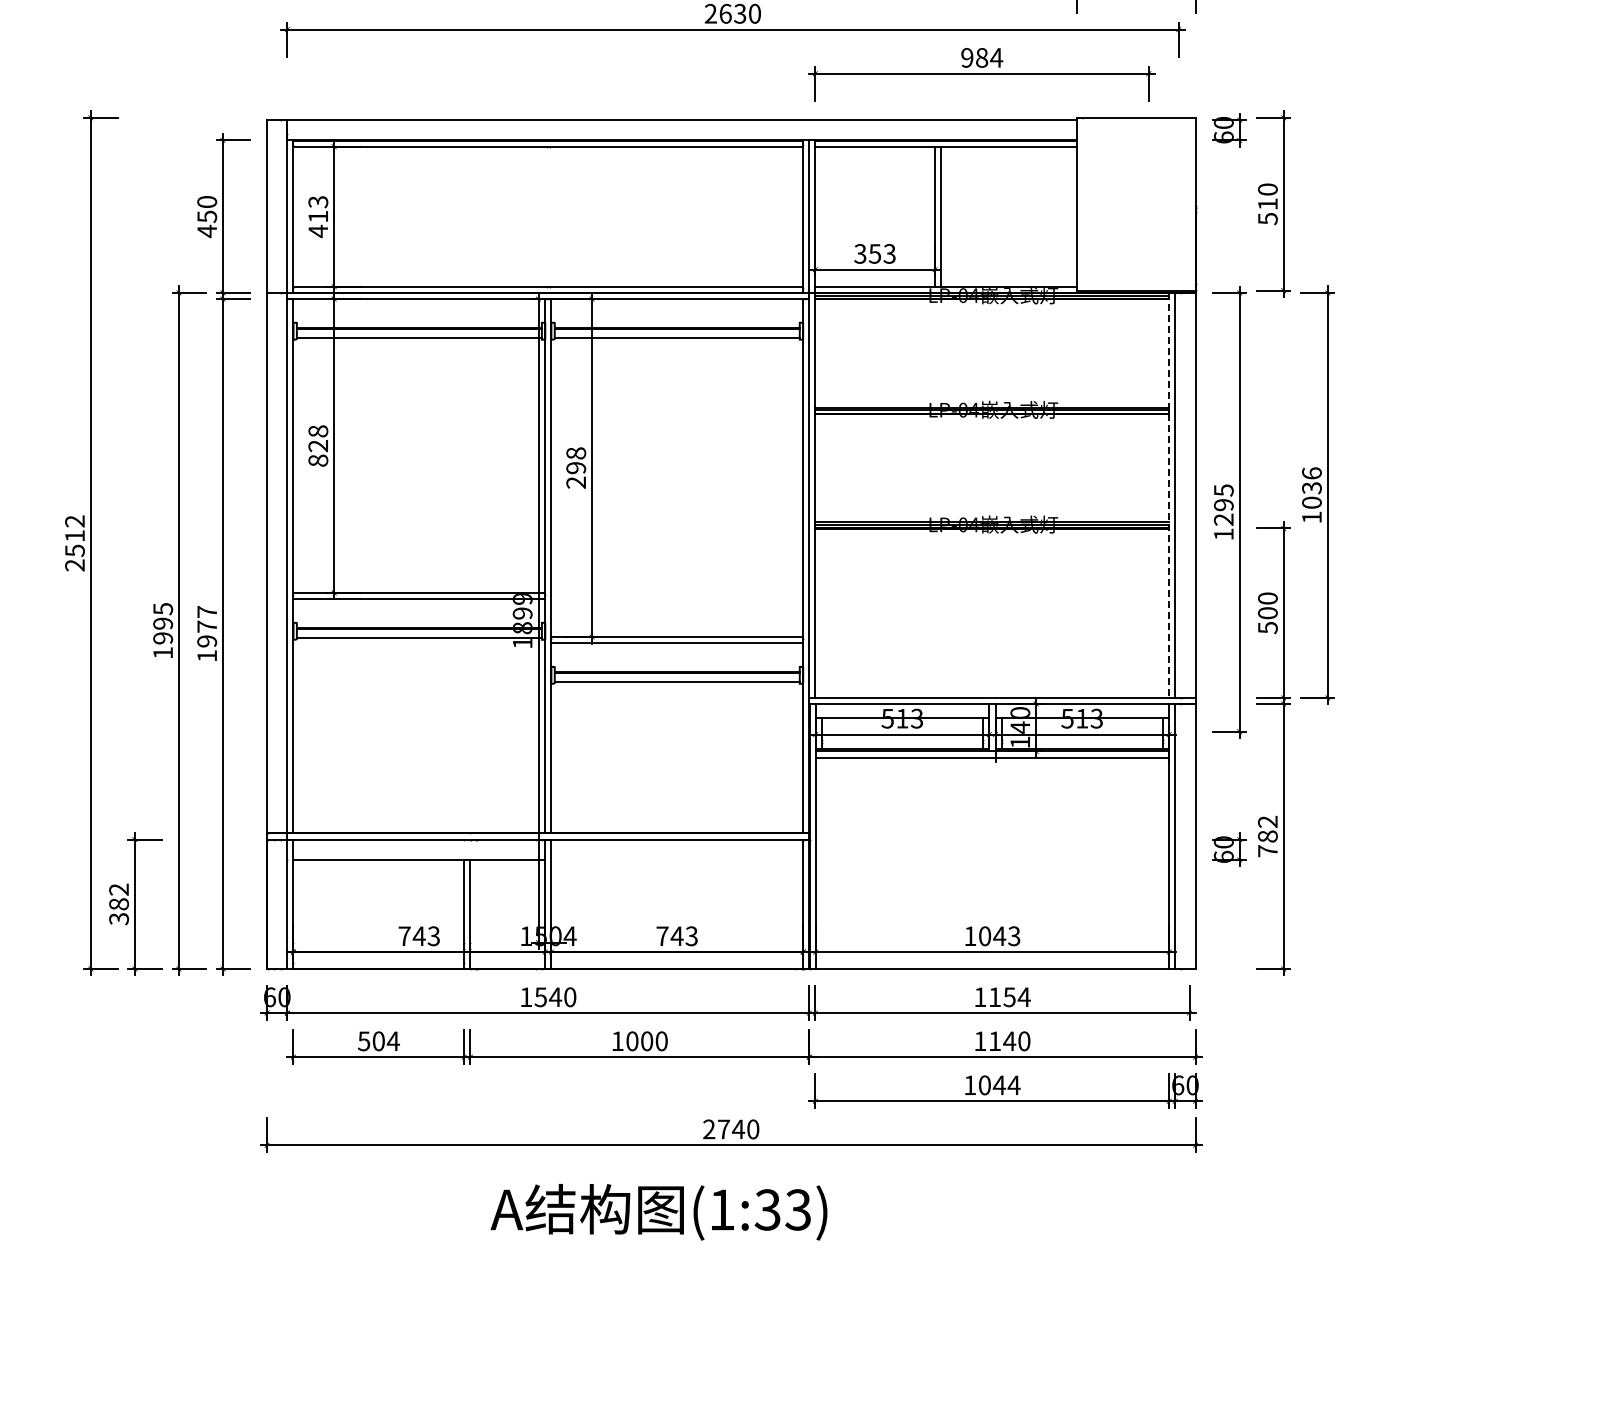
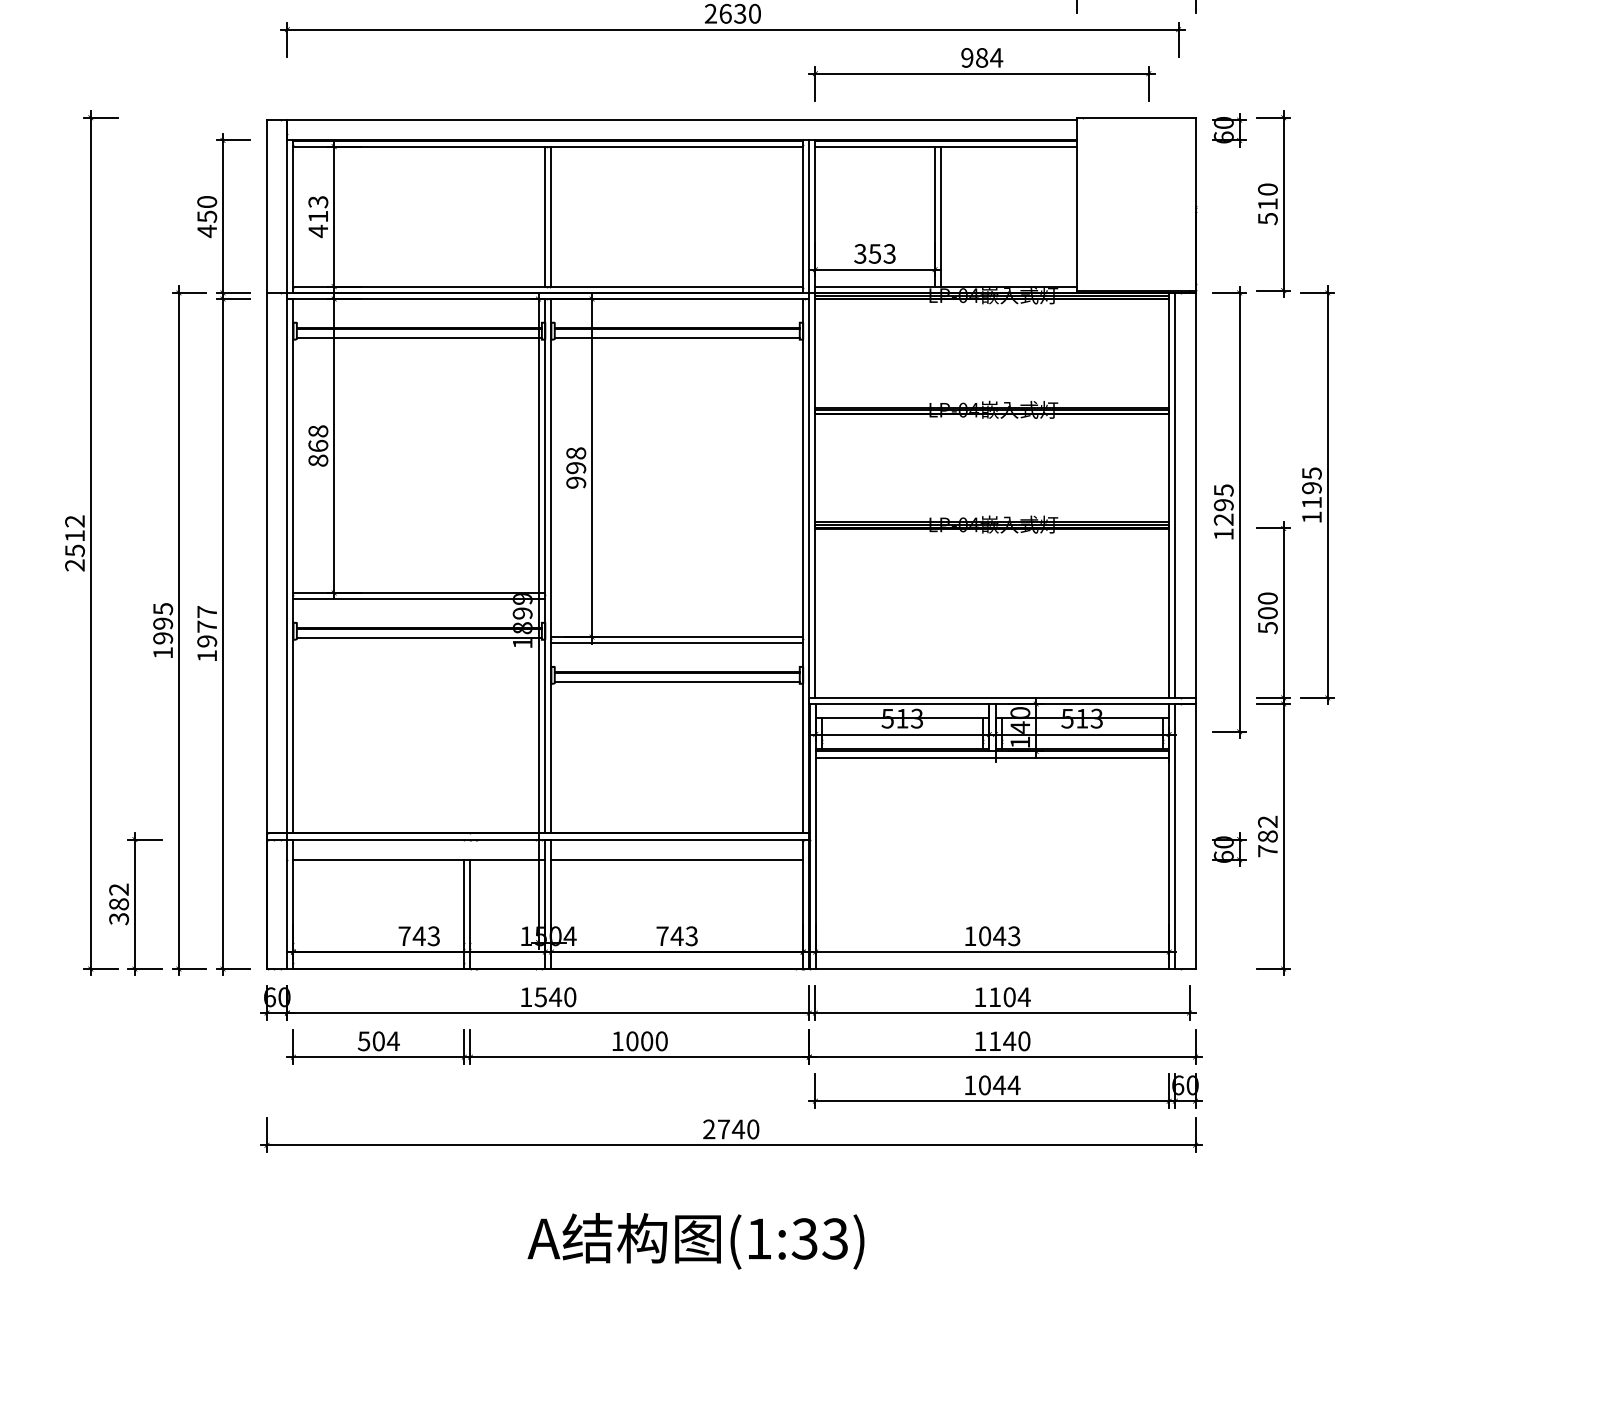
line at (545, 216): none -> present
line at (551, 216): none -> present
text at (318, 445): 828 -> 868
text at (576, 482): 298 -> 998
text at (1311, 487): 1036 -> 1195
line at (1169, 495): dashed -> solid
line at (677, 859): none -> present
text at (1009, 997): 1154 -> 1104
text at (658, 1212) position: (658, 1212) -> (695, 1241)
